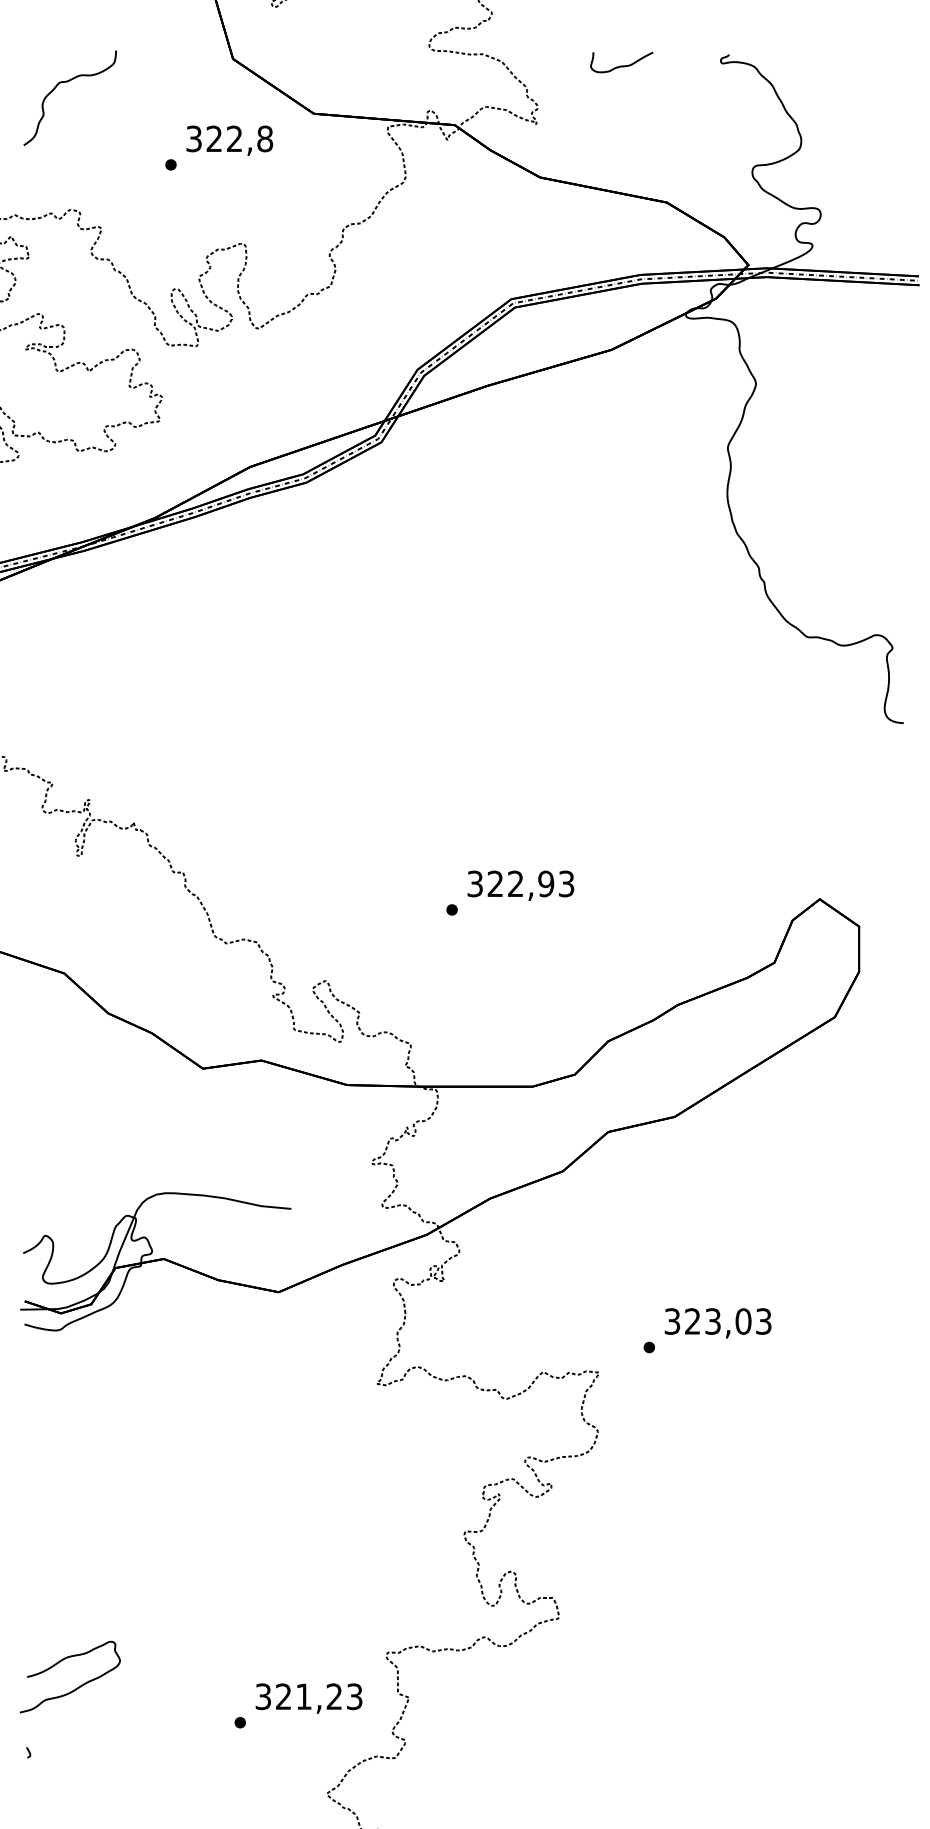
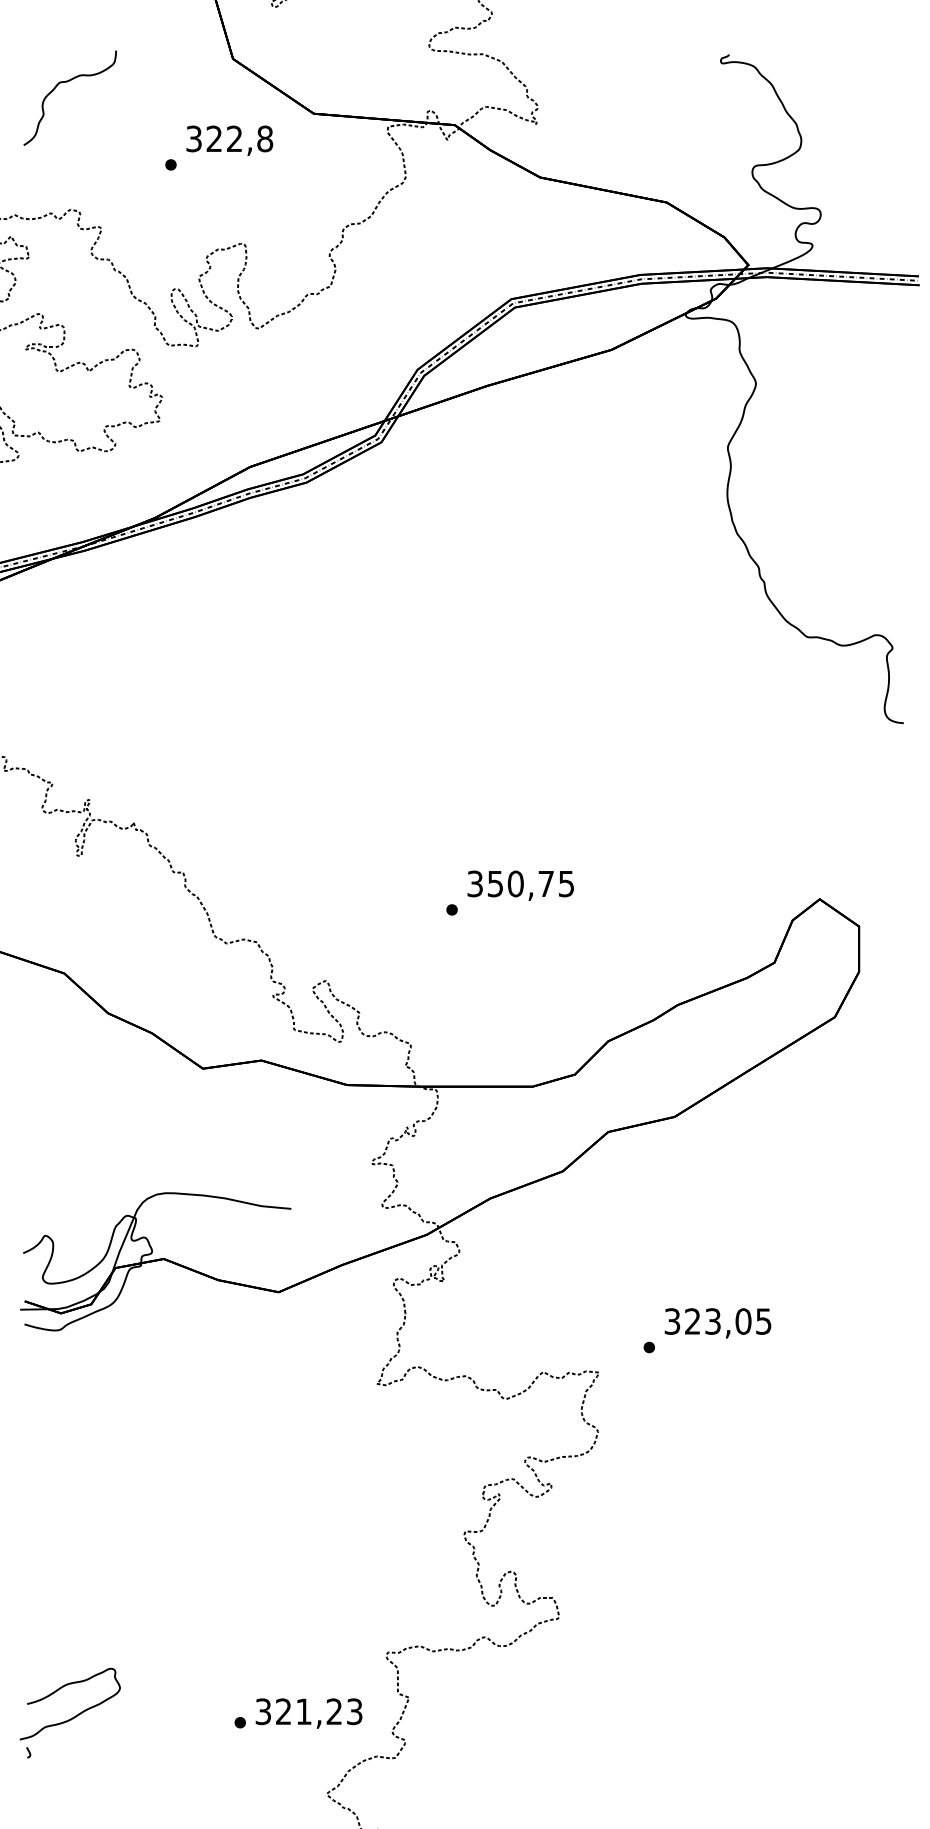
curve at (621, 65): present -> none
text at (530, 883): 322,93 -> 350,75
text at (763, 1321): 323,03 -> 323,05
curve at (75, 1688) position: (75, 1688) -> (75, 1715)
text at (308, 1698) position: (308, 1698) -> (308, 1713)
